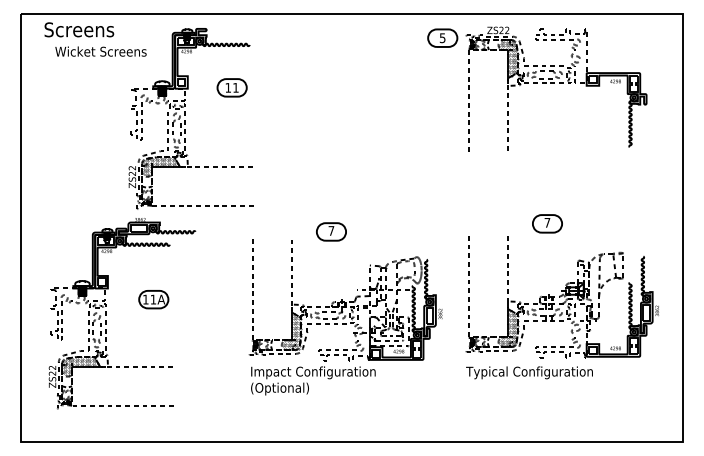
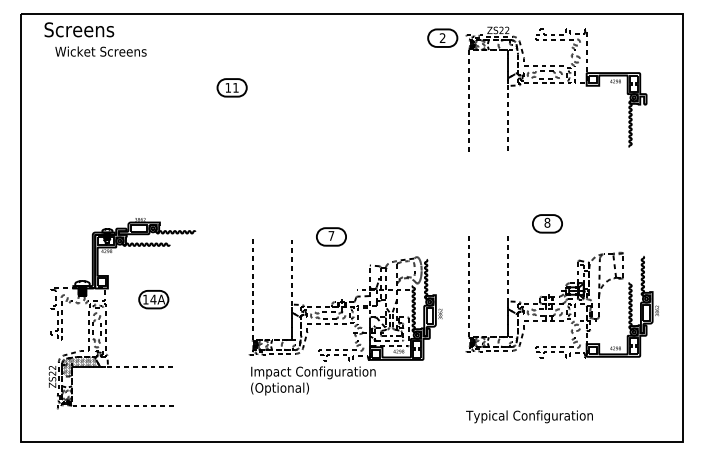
text at (442, 38): 5 -> 2
hatch at (508, 58): present -> none
part at (190, 118): present -> none
text at (547, 222): 7 -> 8
part at (331, 231) position: (331, 231) -> (331, 236)
text at (153, 299): 11A -> 14A
hatch at (508, 328): present -> none
hatch at (291, 331): present -> none
text at (529, 372) position: (529, 372) -> (529, 416)
